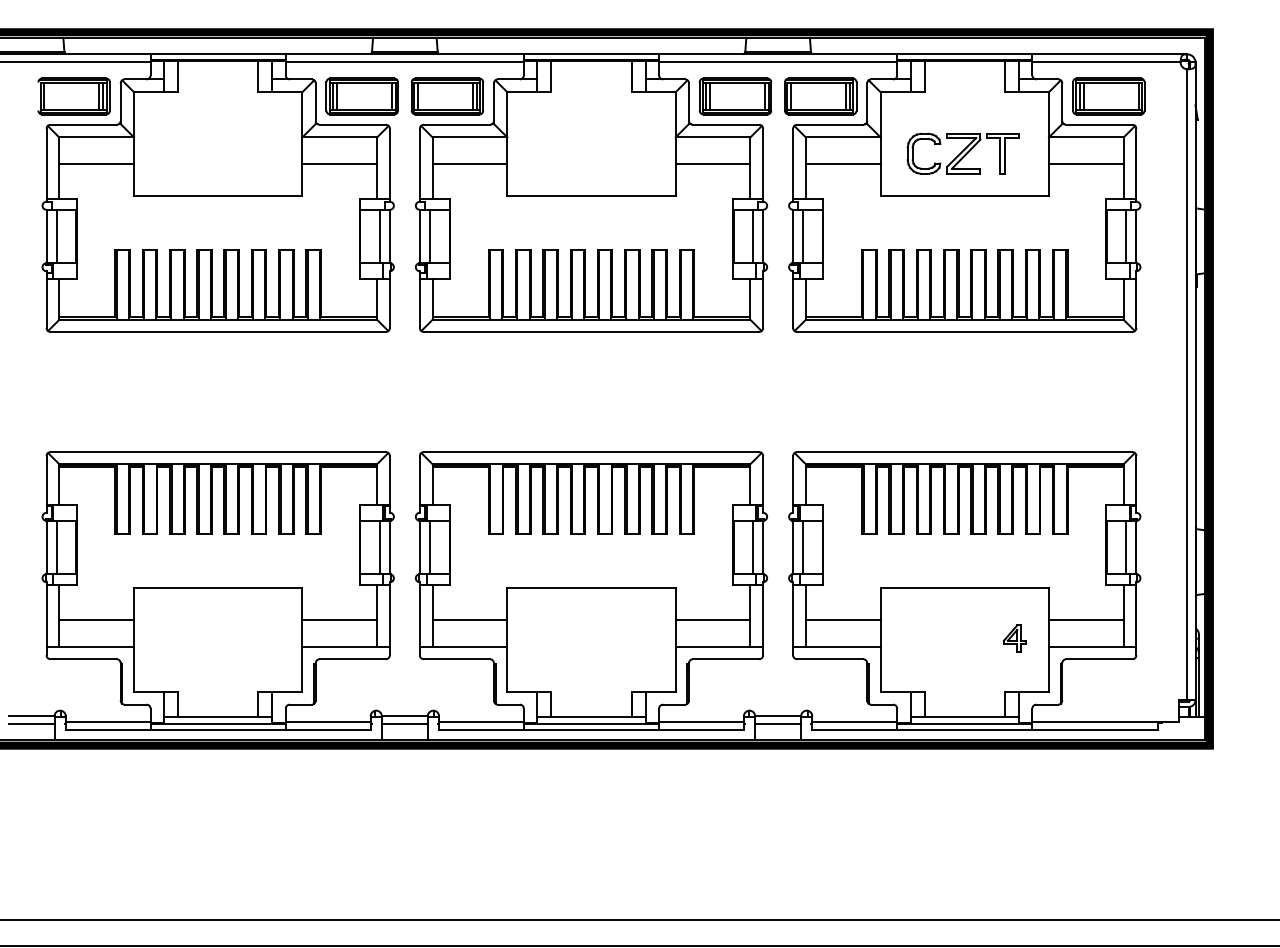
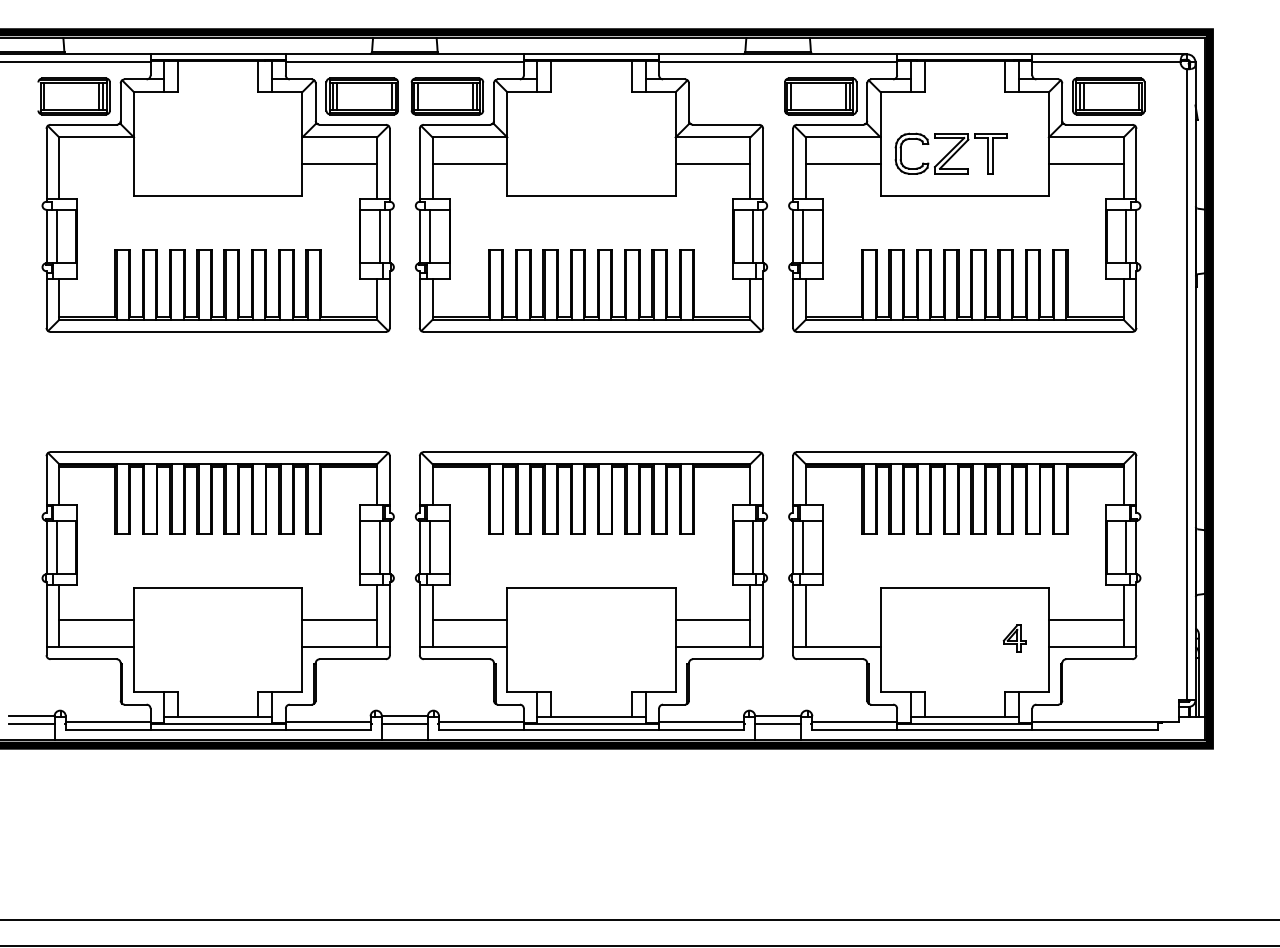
part at (735, 96): present -> none
part at (962, 153) position: (962, 153) -> (950, 153)
line at (96, 164): present -> none
line at (842, 619): present -> none
